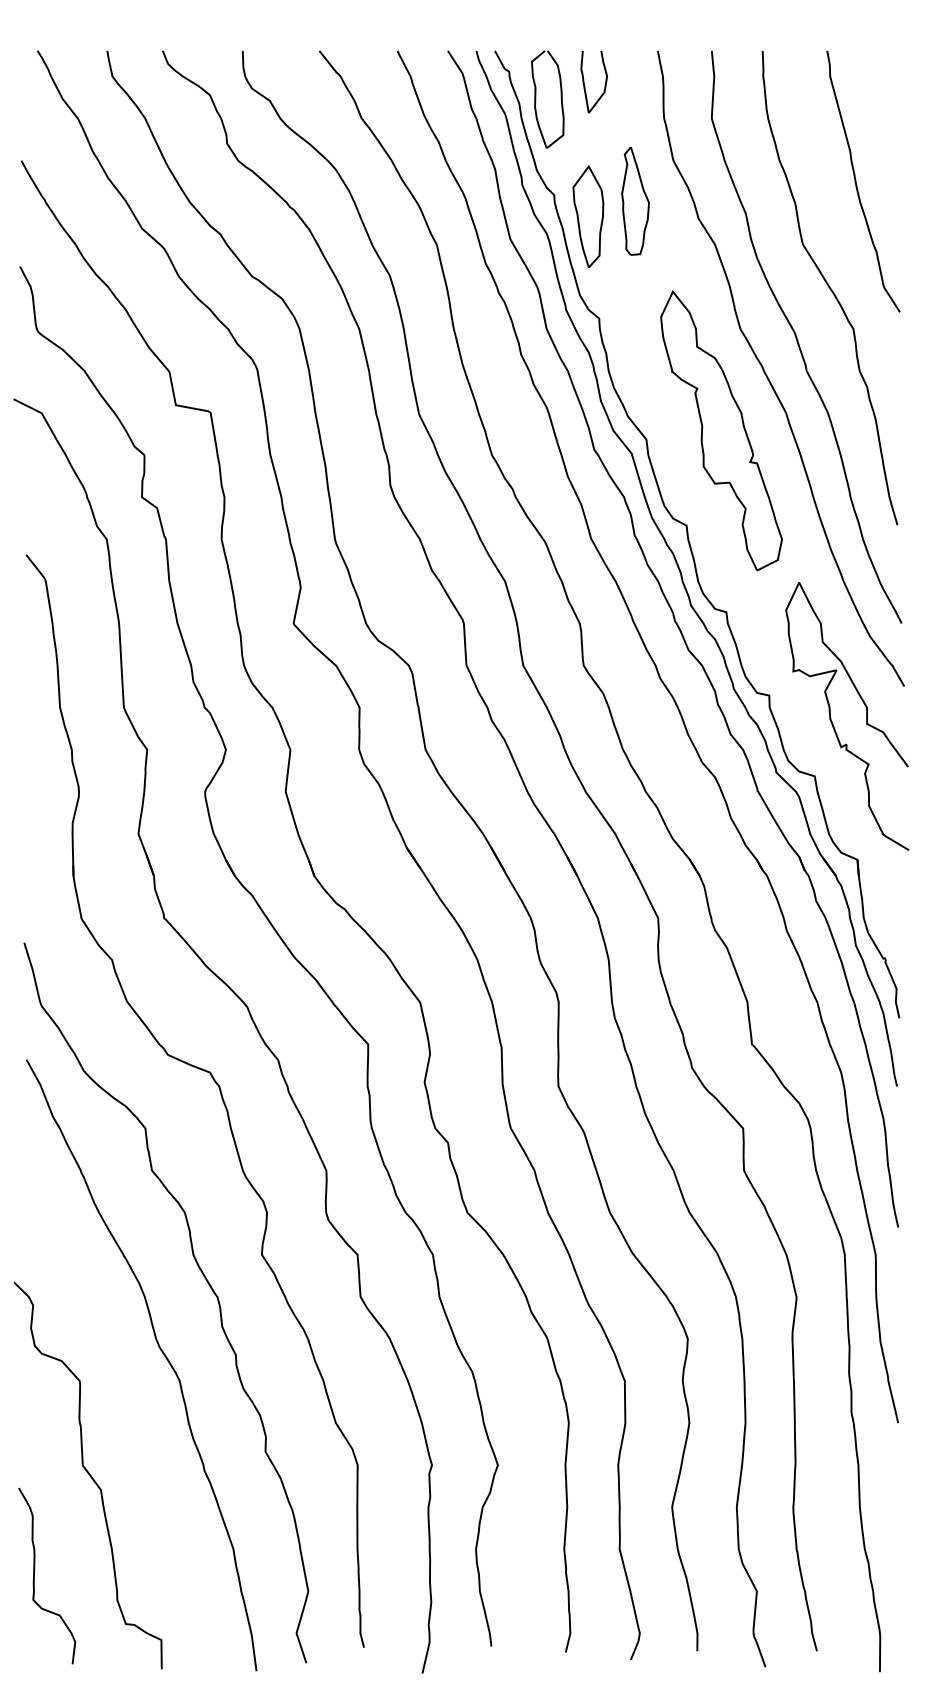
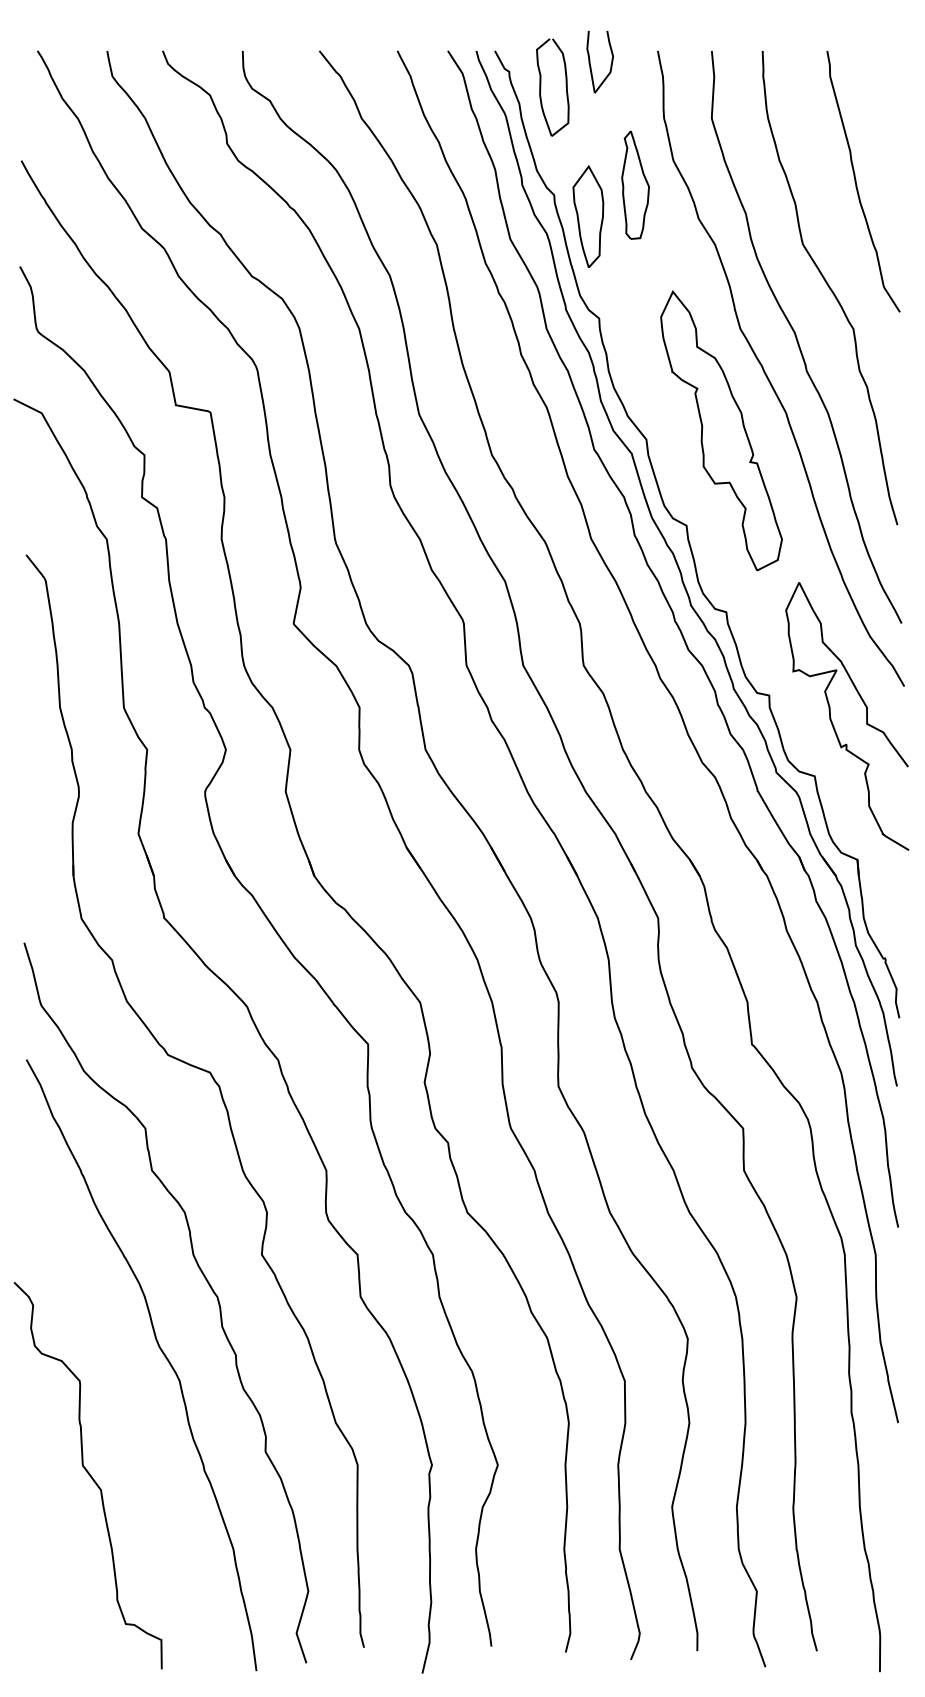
part at (584, 81) position: (584, 81) -> (590, 61)
part at (536, 99) position: (536, 99) -> (541, 87)
part at (635, 200) position: (635, 200) -> (635, 184)
curve at (34, 1575): present -> none
